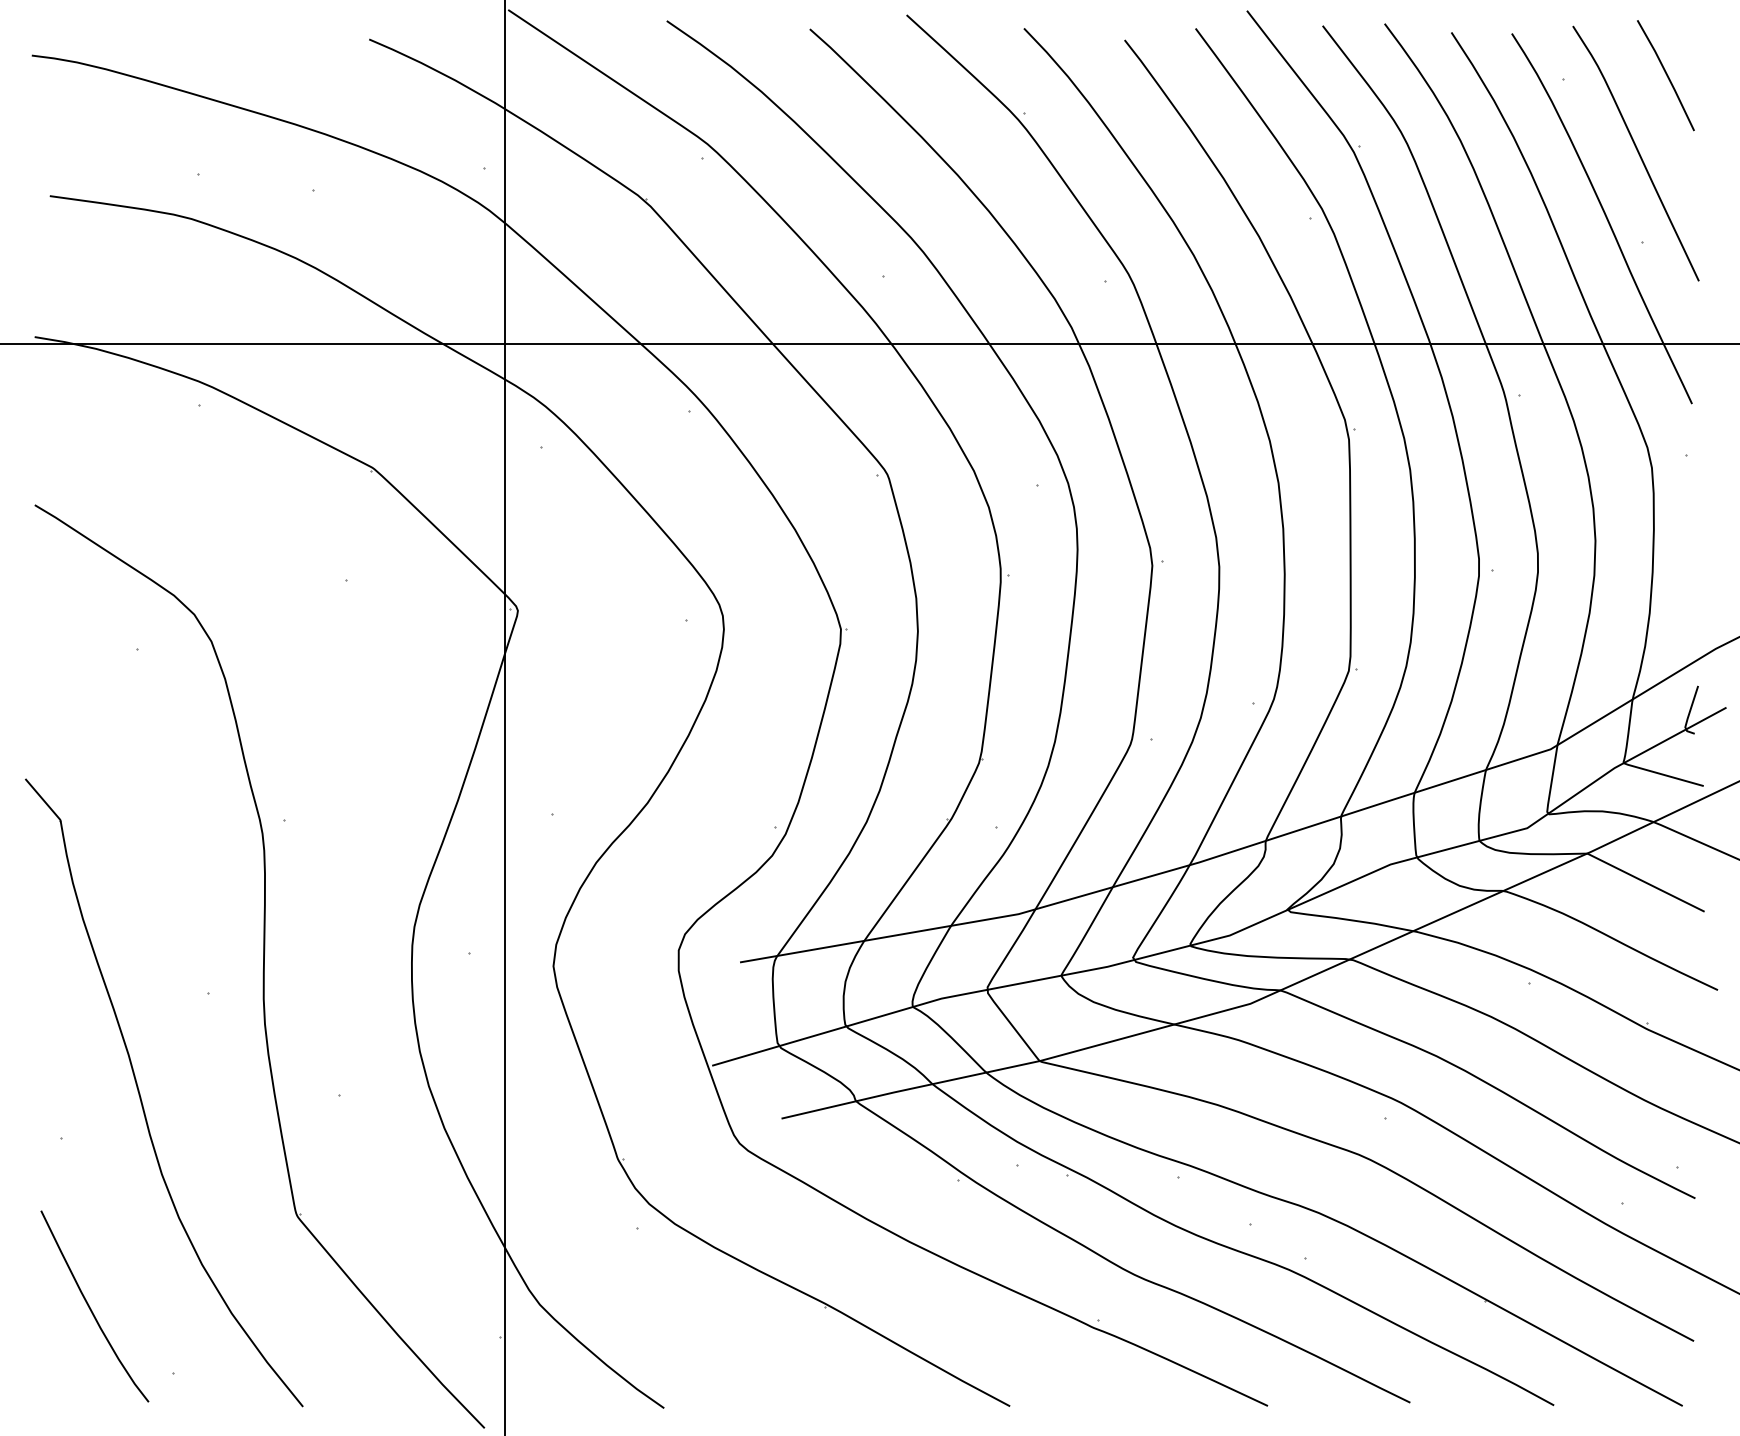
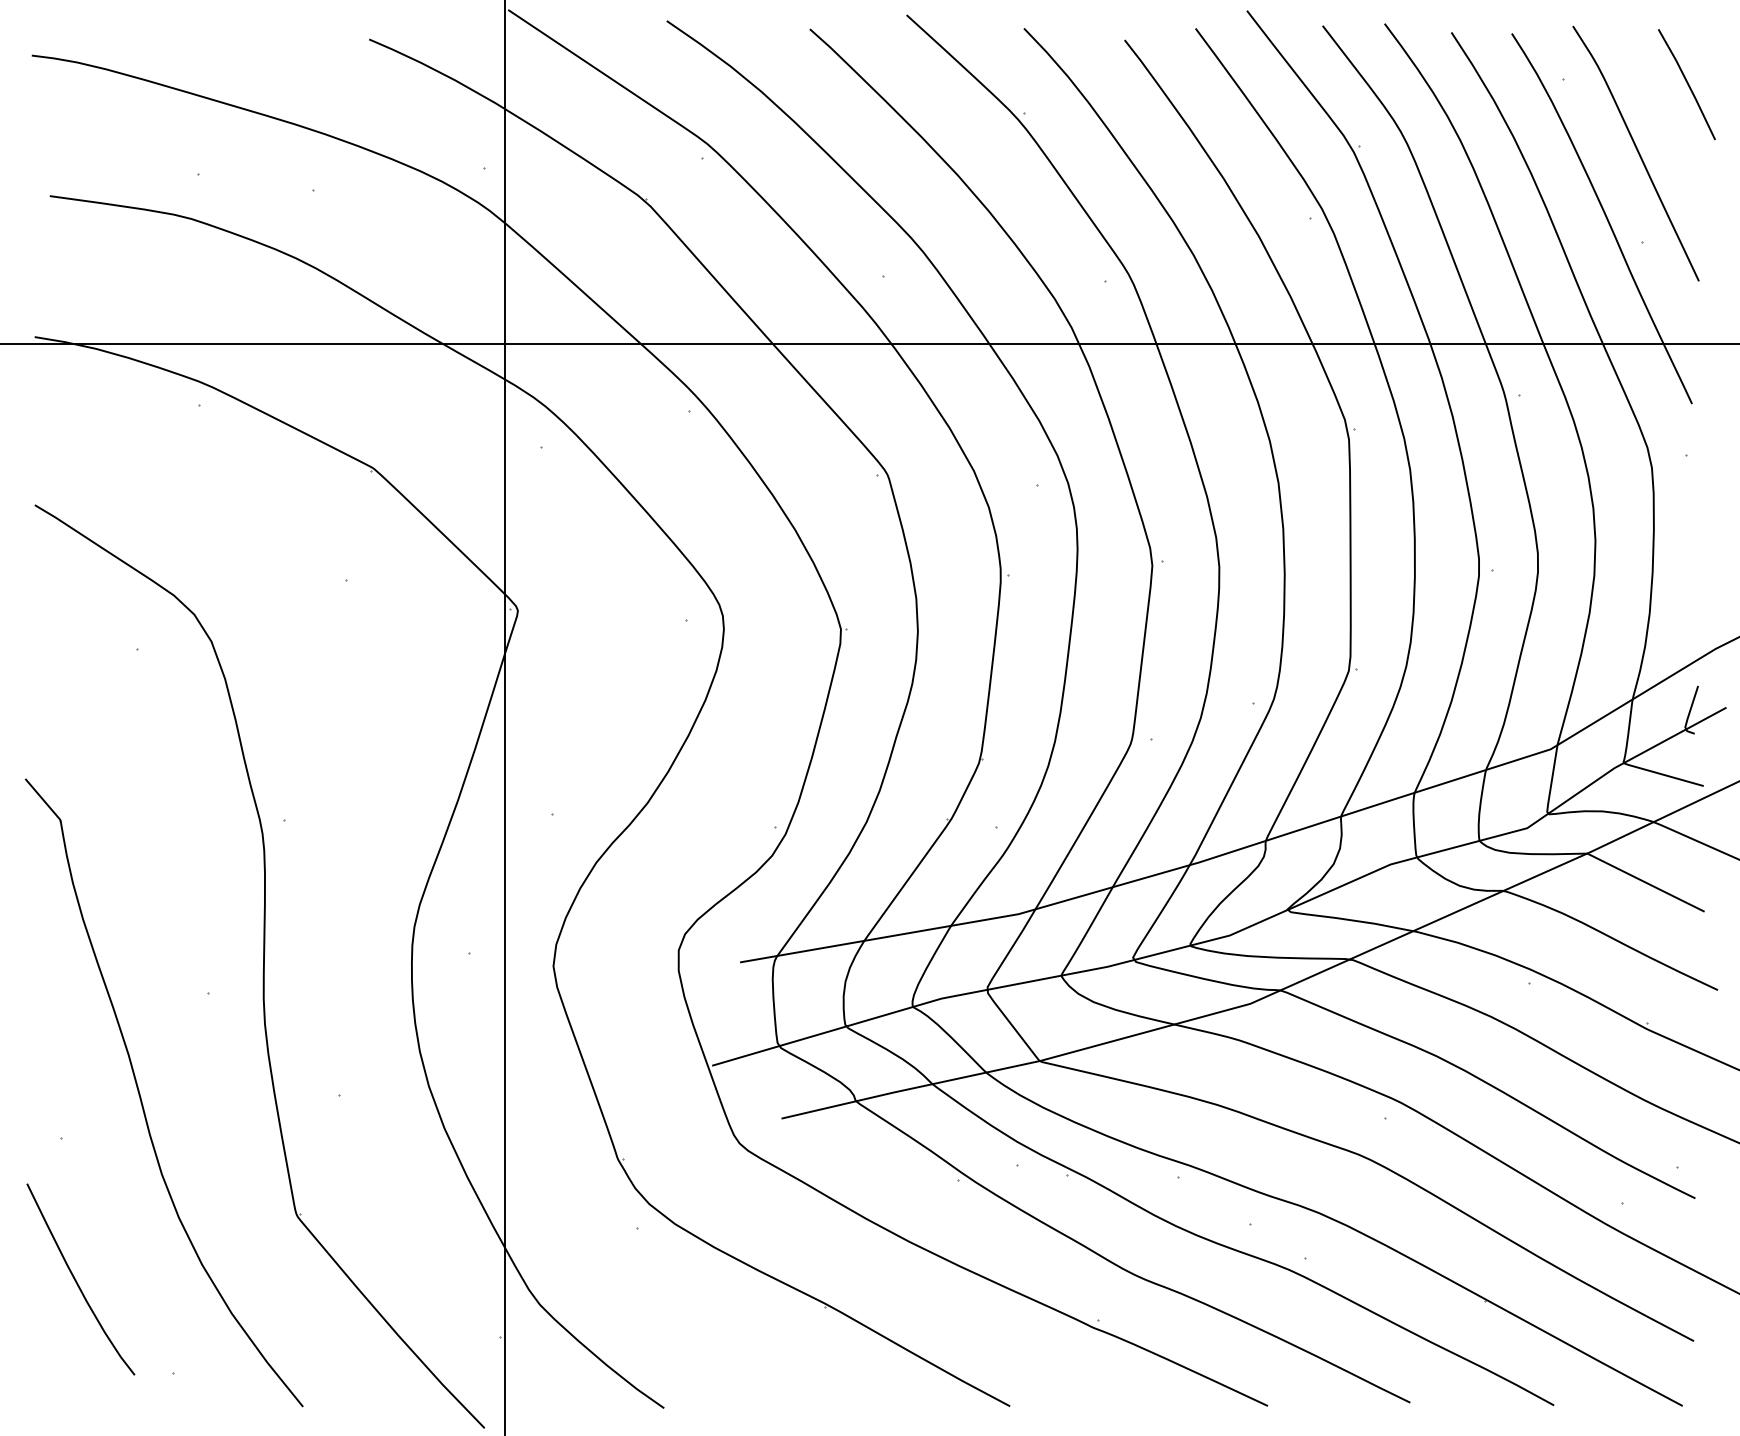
line at (1665, 74) position: (1665, 74) -> (1686, 83)
curve at (91, 1308) position: (91, 1308) -> (77, 1281)
